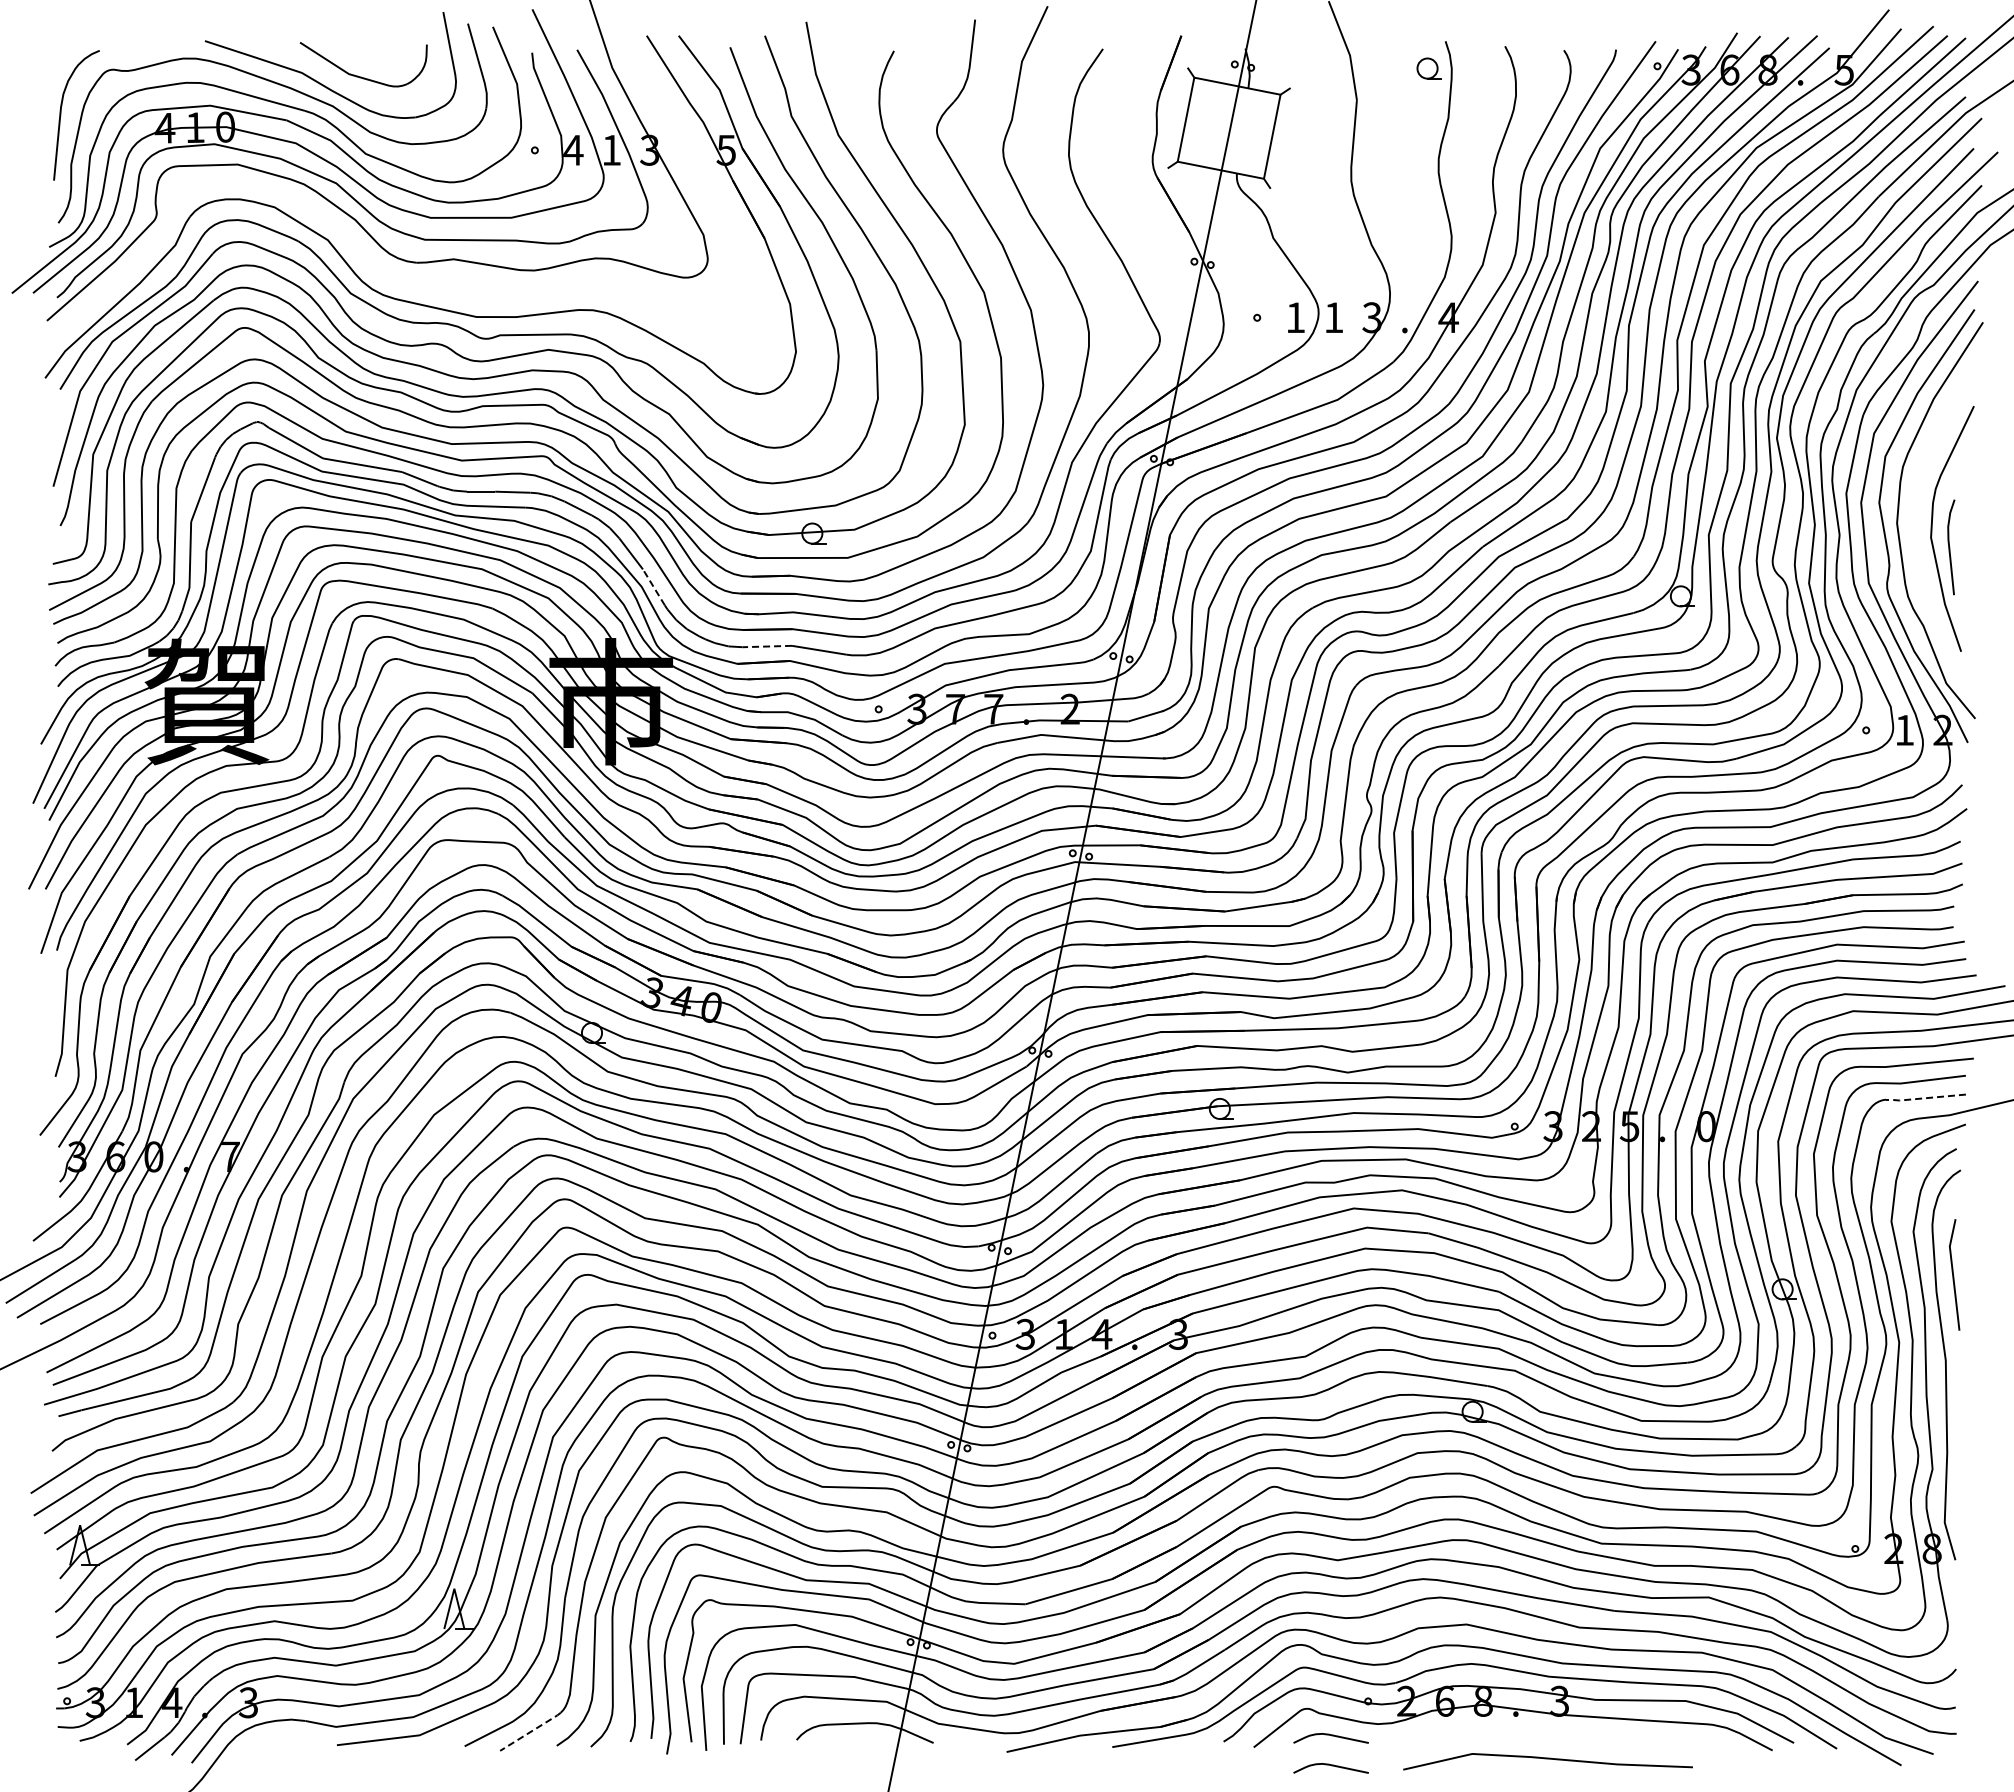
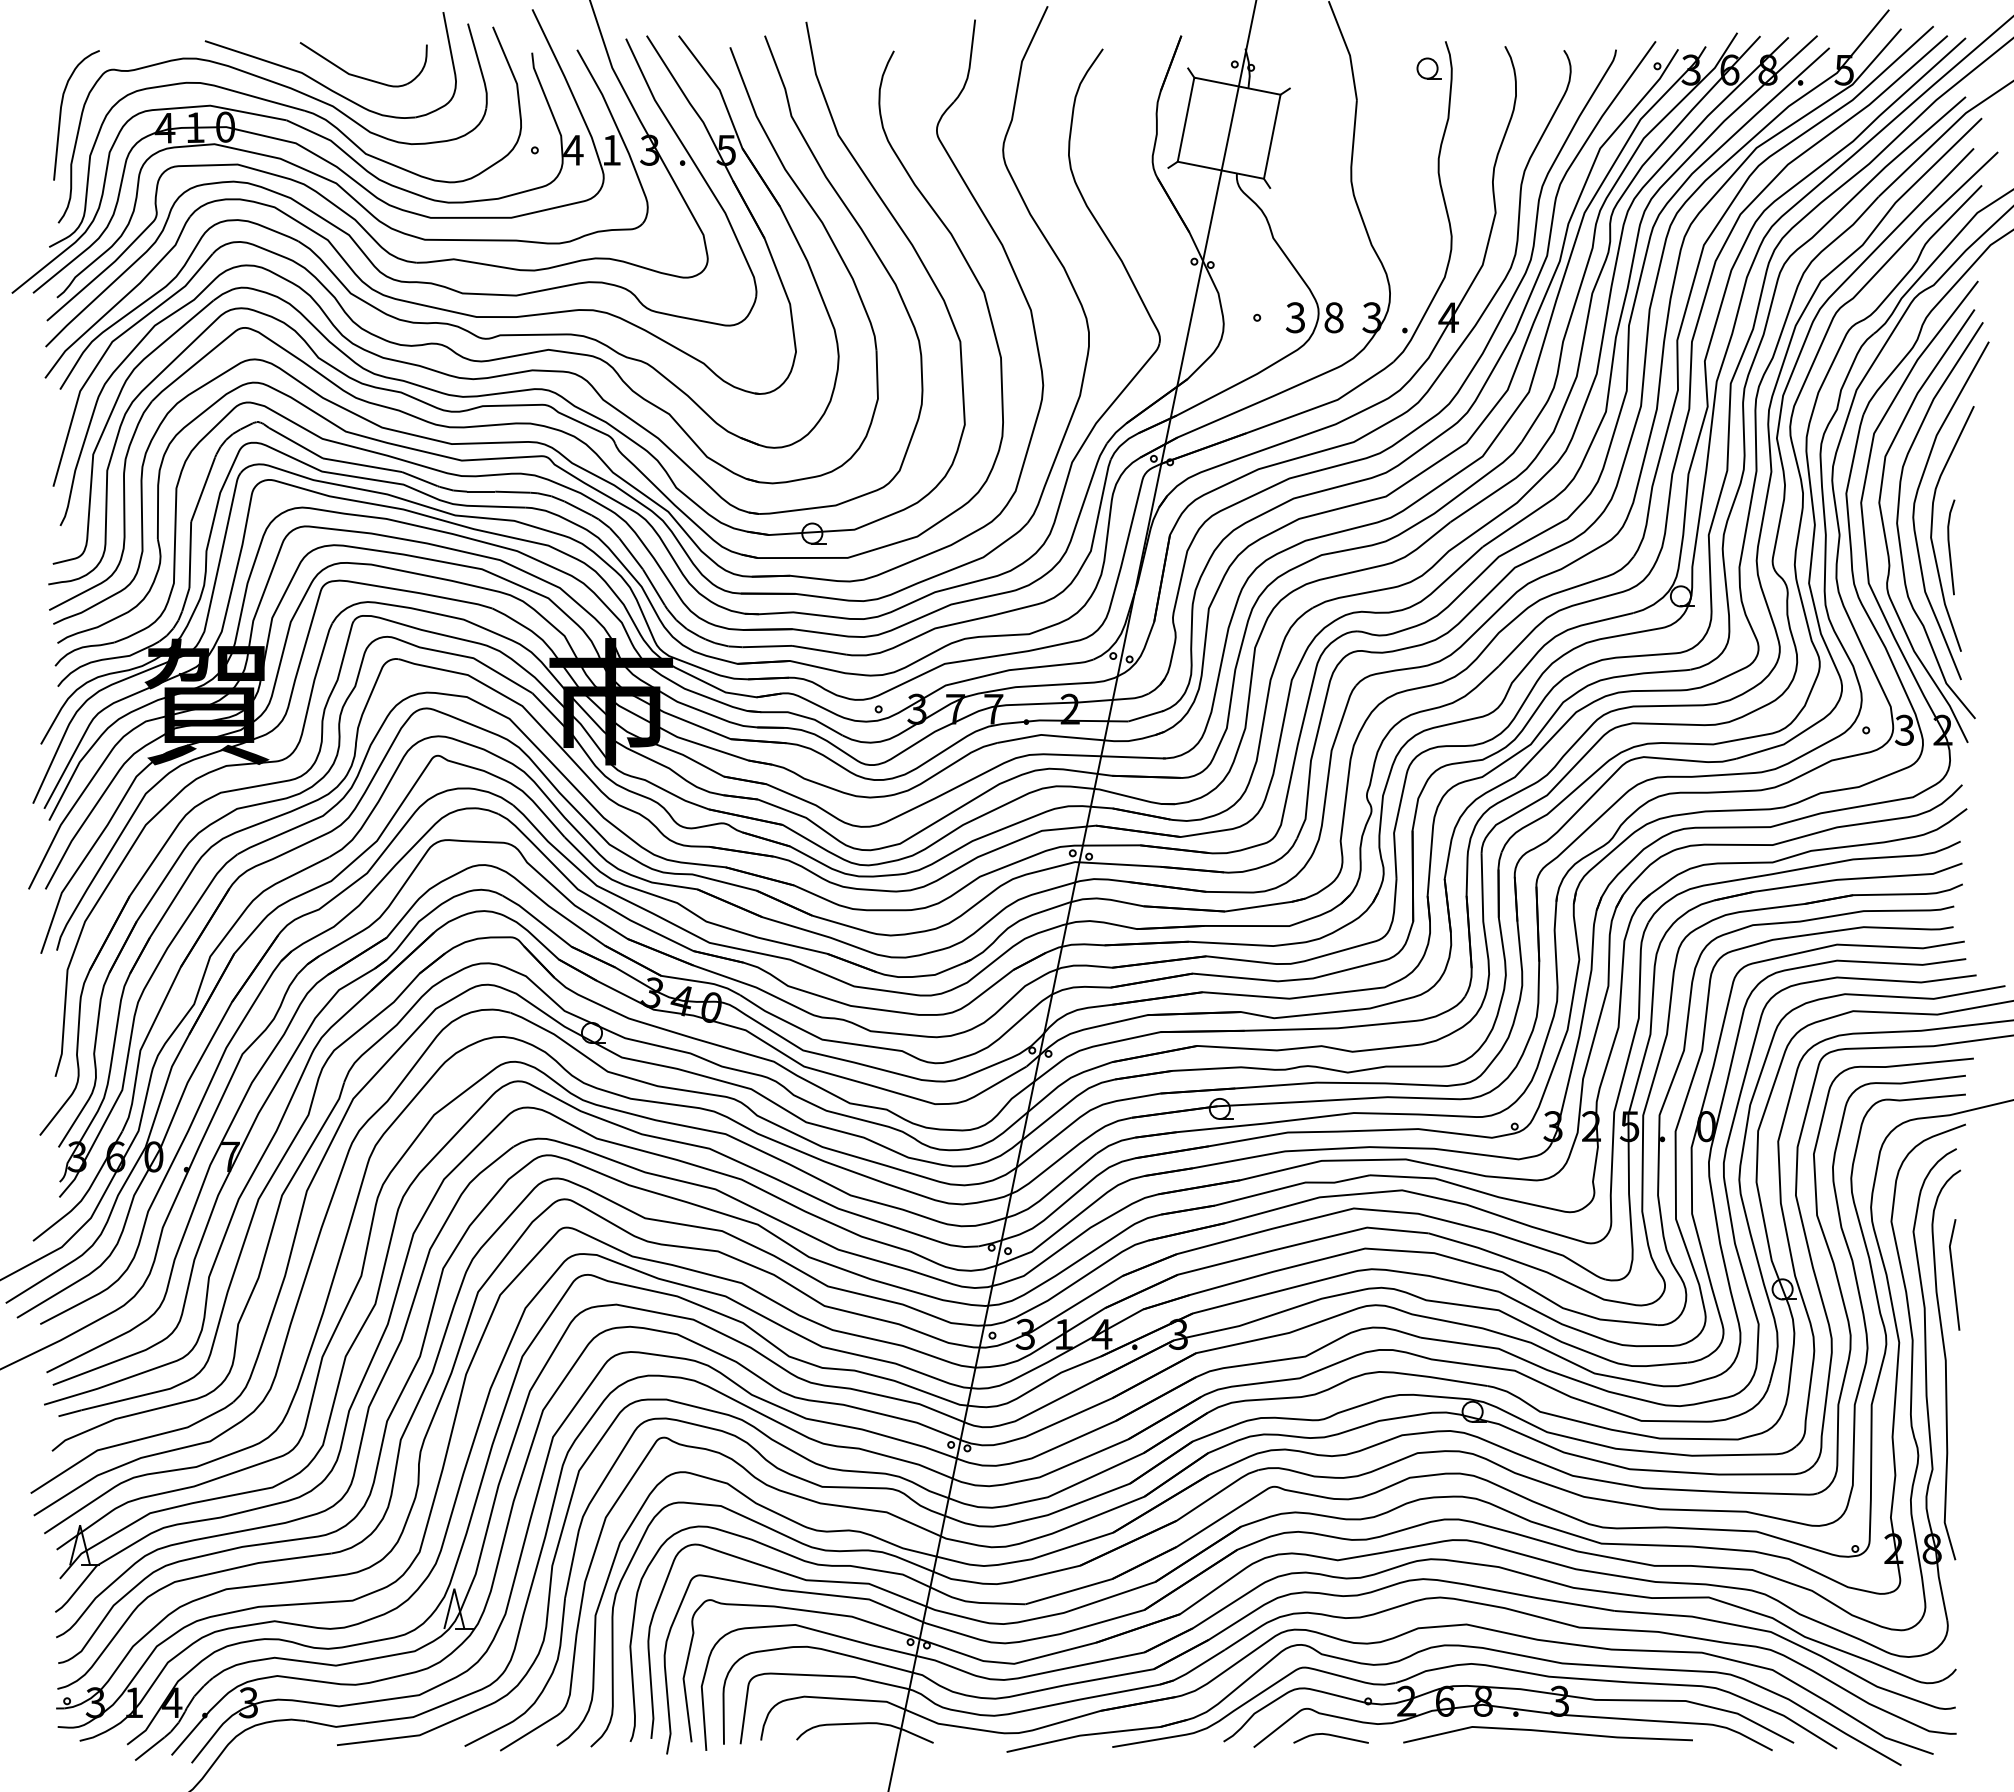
part at (353, 238): none -> present
text at (1294, 317): 1 -> 3
text at (1333, 317): 1 -> 8
curve at (1915, 505): none -> present
line at (653, 587): dashed -> solid
line at (767, 646): dashed -> solid
text at (1903, 729): 1 -> 3
line at (1924, 1098): dashed -> solid
line at (531, 1731): dashed -> solid
line at (1547, 1759) position: (1547, 1759) -> (1547, 1732)
curve at (1331, 1766): present -> none
